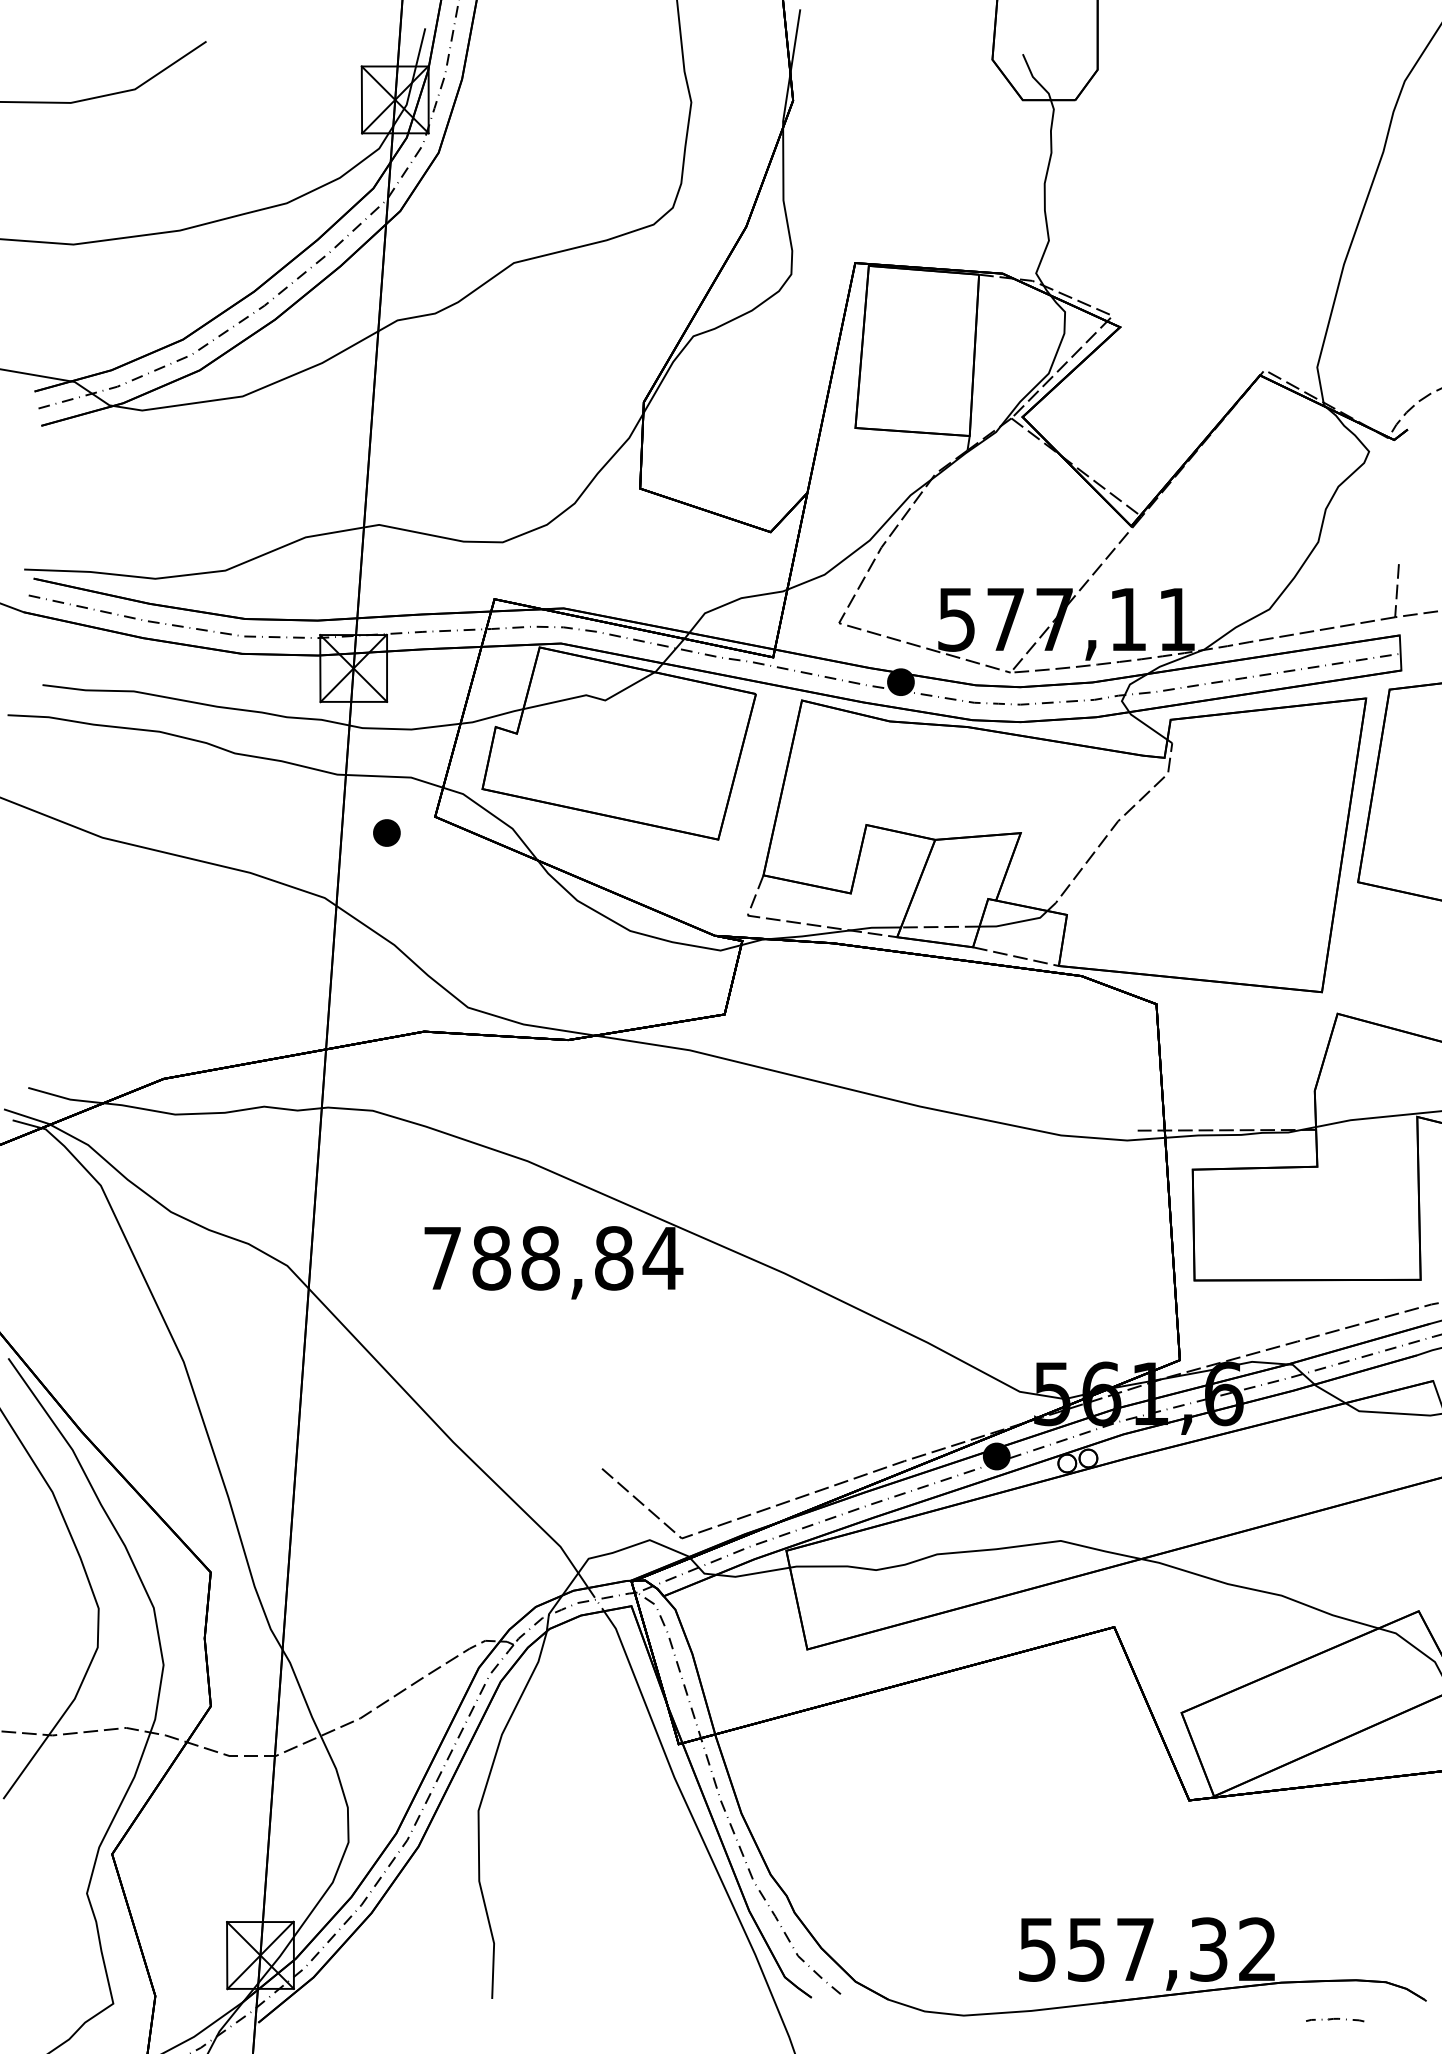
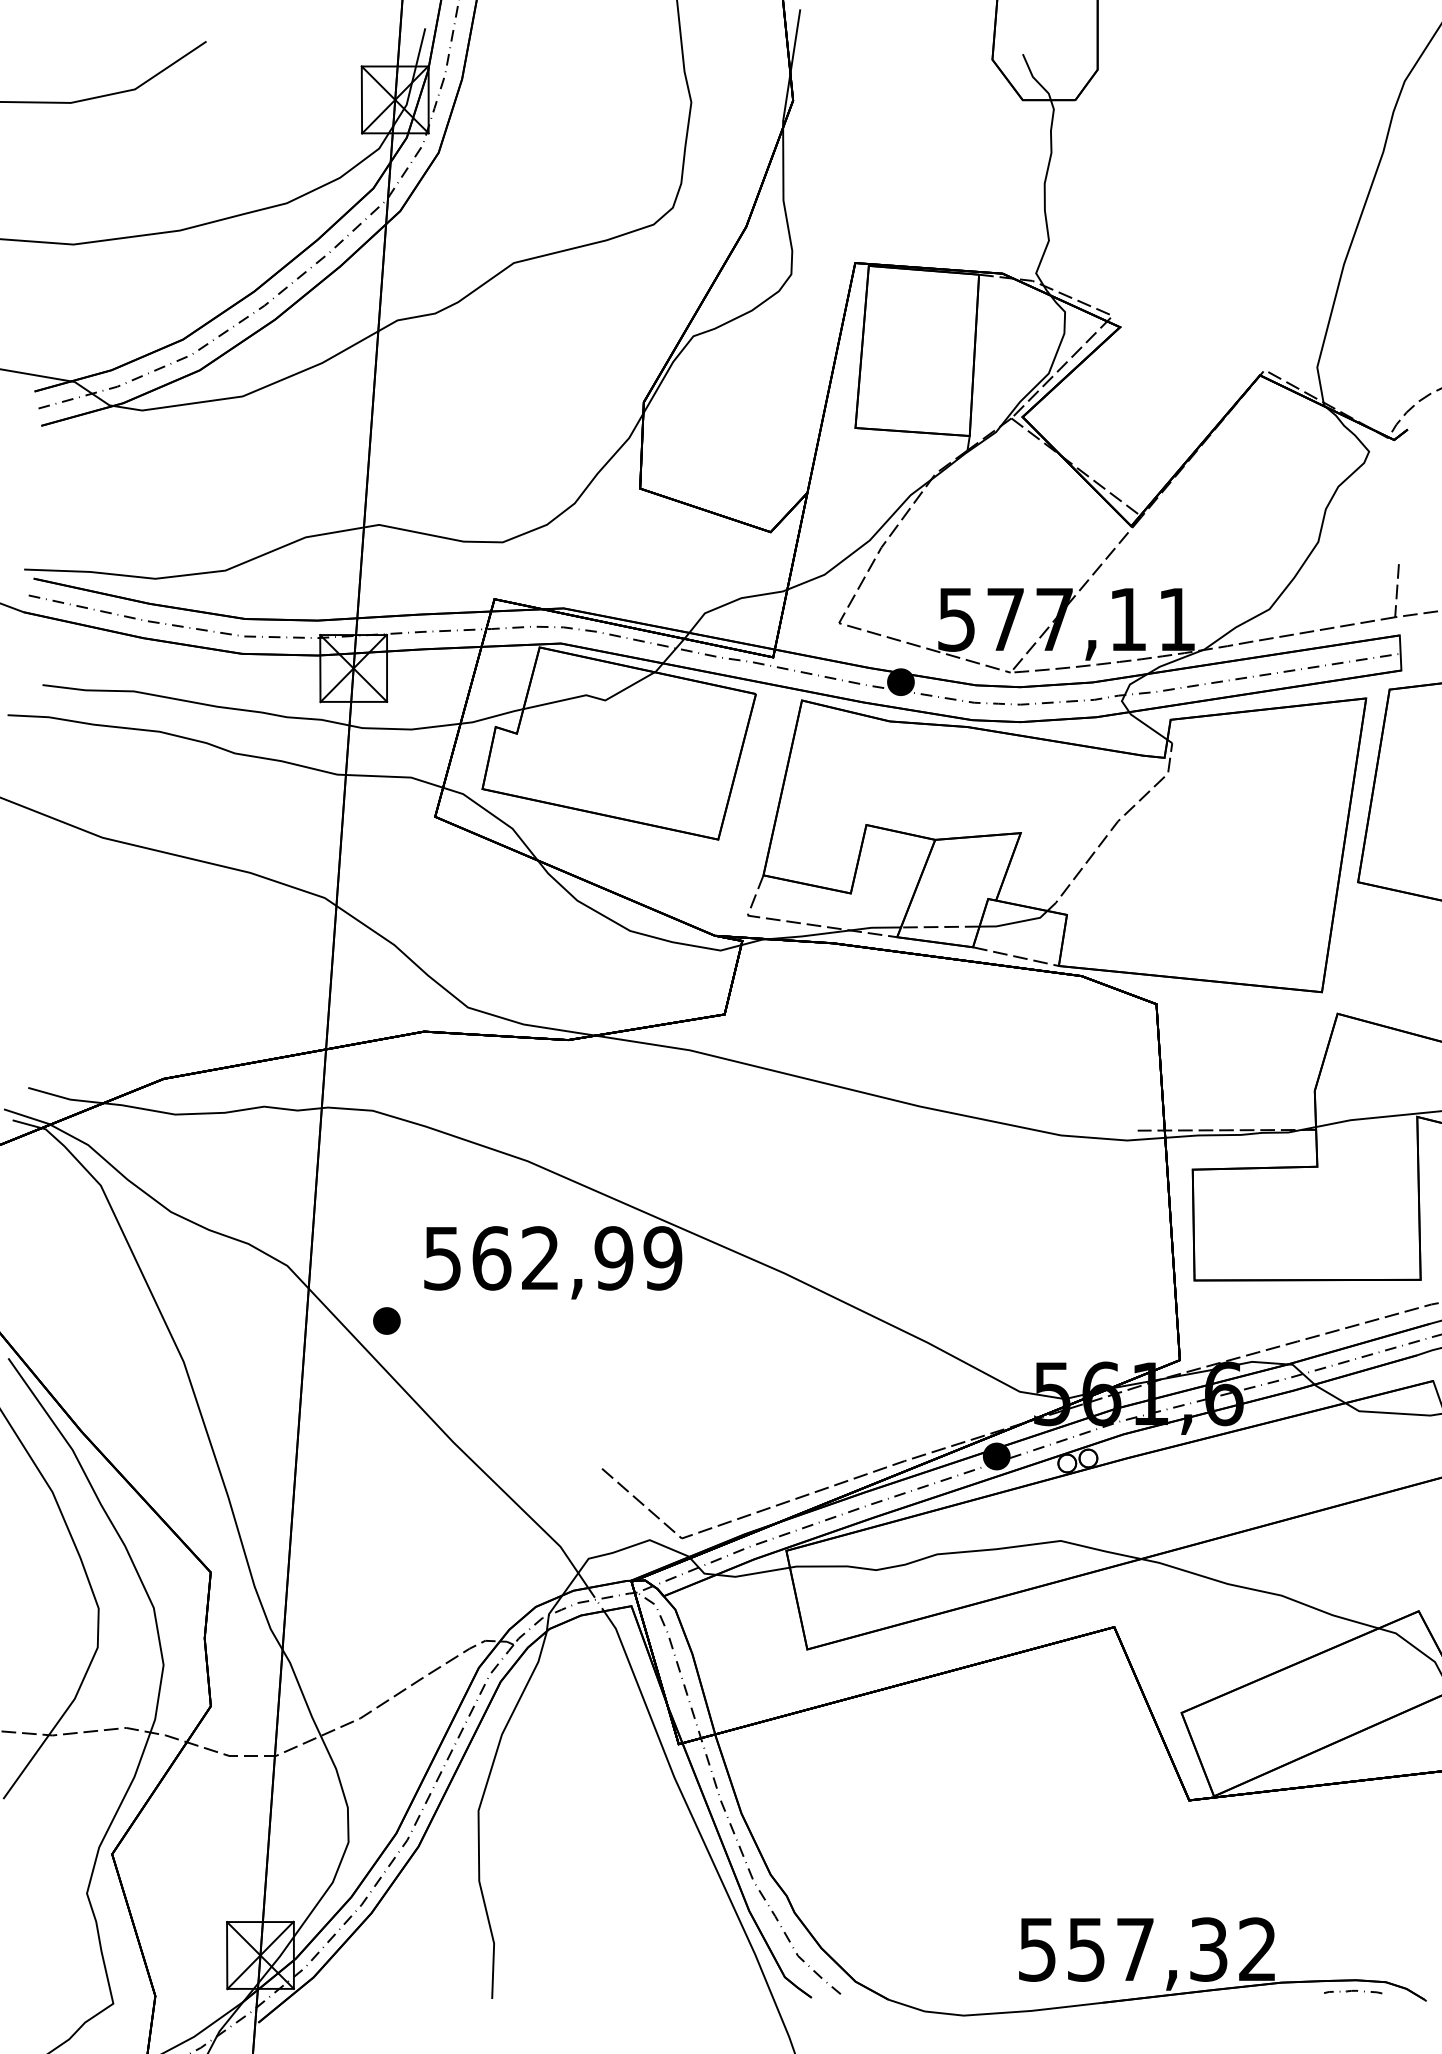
part at (386, 832) position: (386, 832) -> (386, 1320)
text at (553, 1258): 788,84 -> 562,99
curve at (1335, 2019) position: (1335, 2019) -> (1353, 1991)
